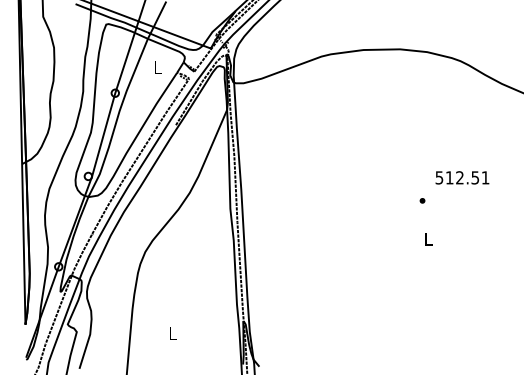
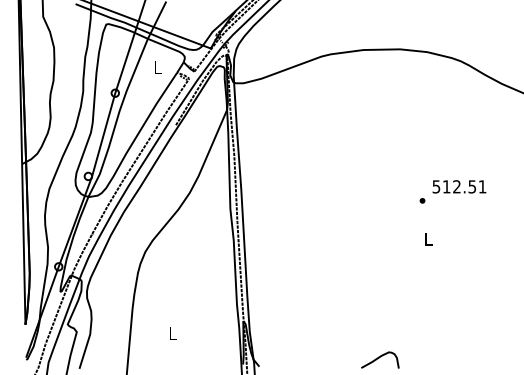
text at (462, 177) position: (462, 177) -> (459, 186)
curve at (379, 358): none -> present
